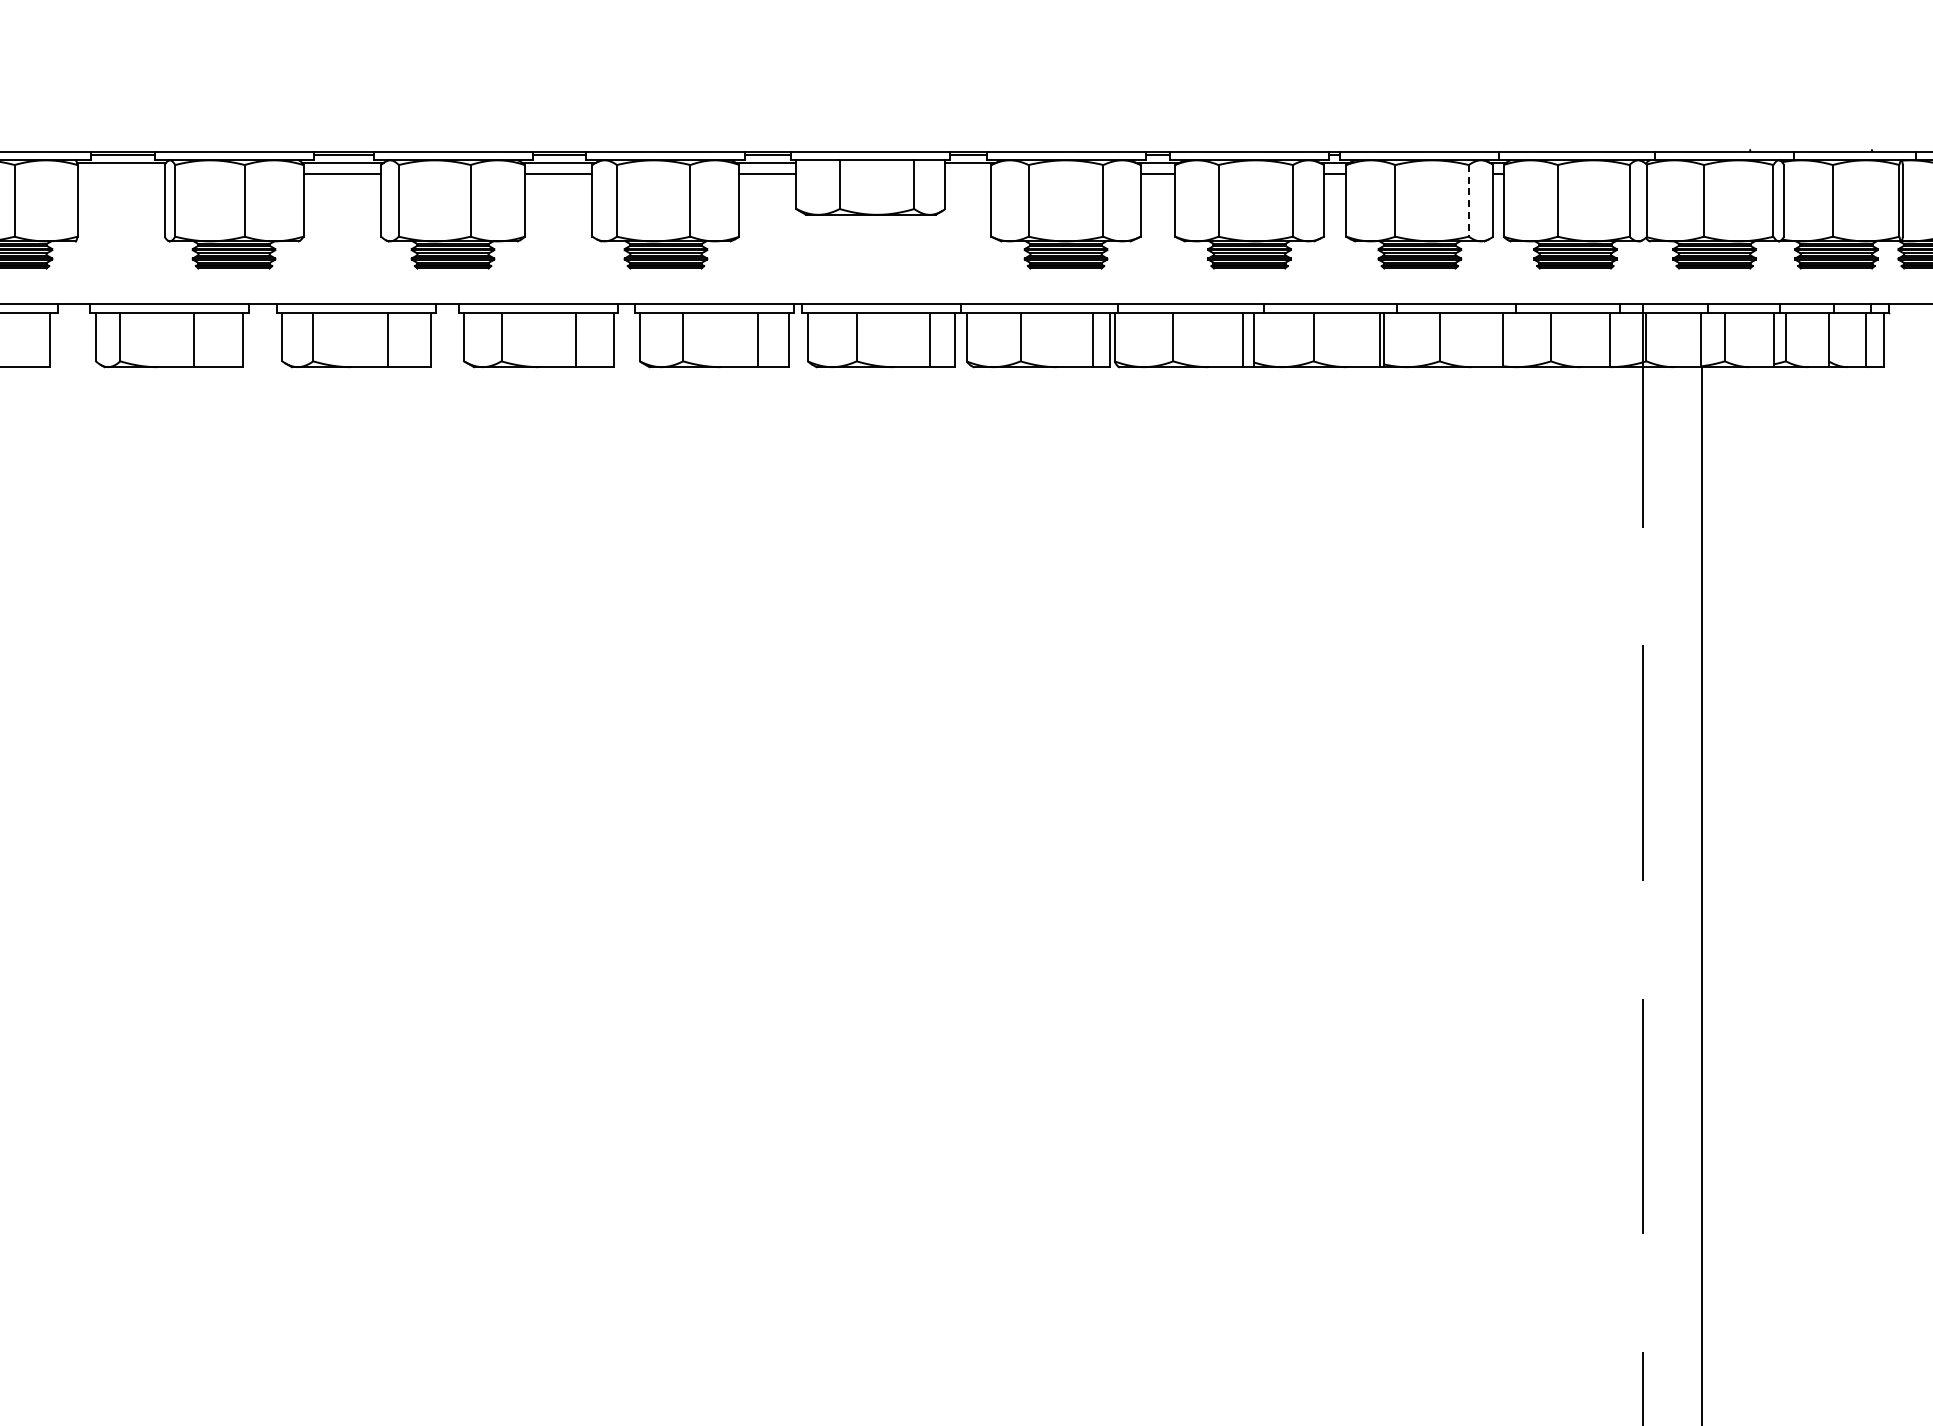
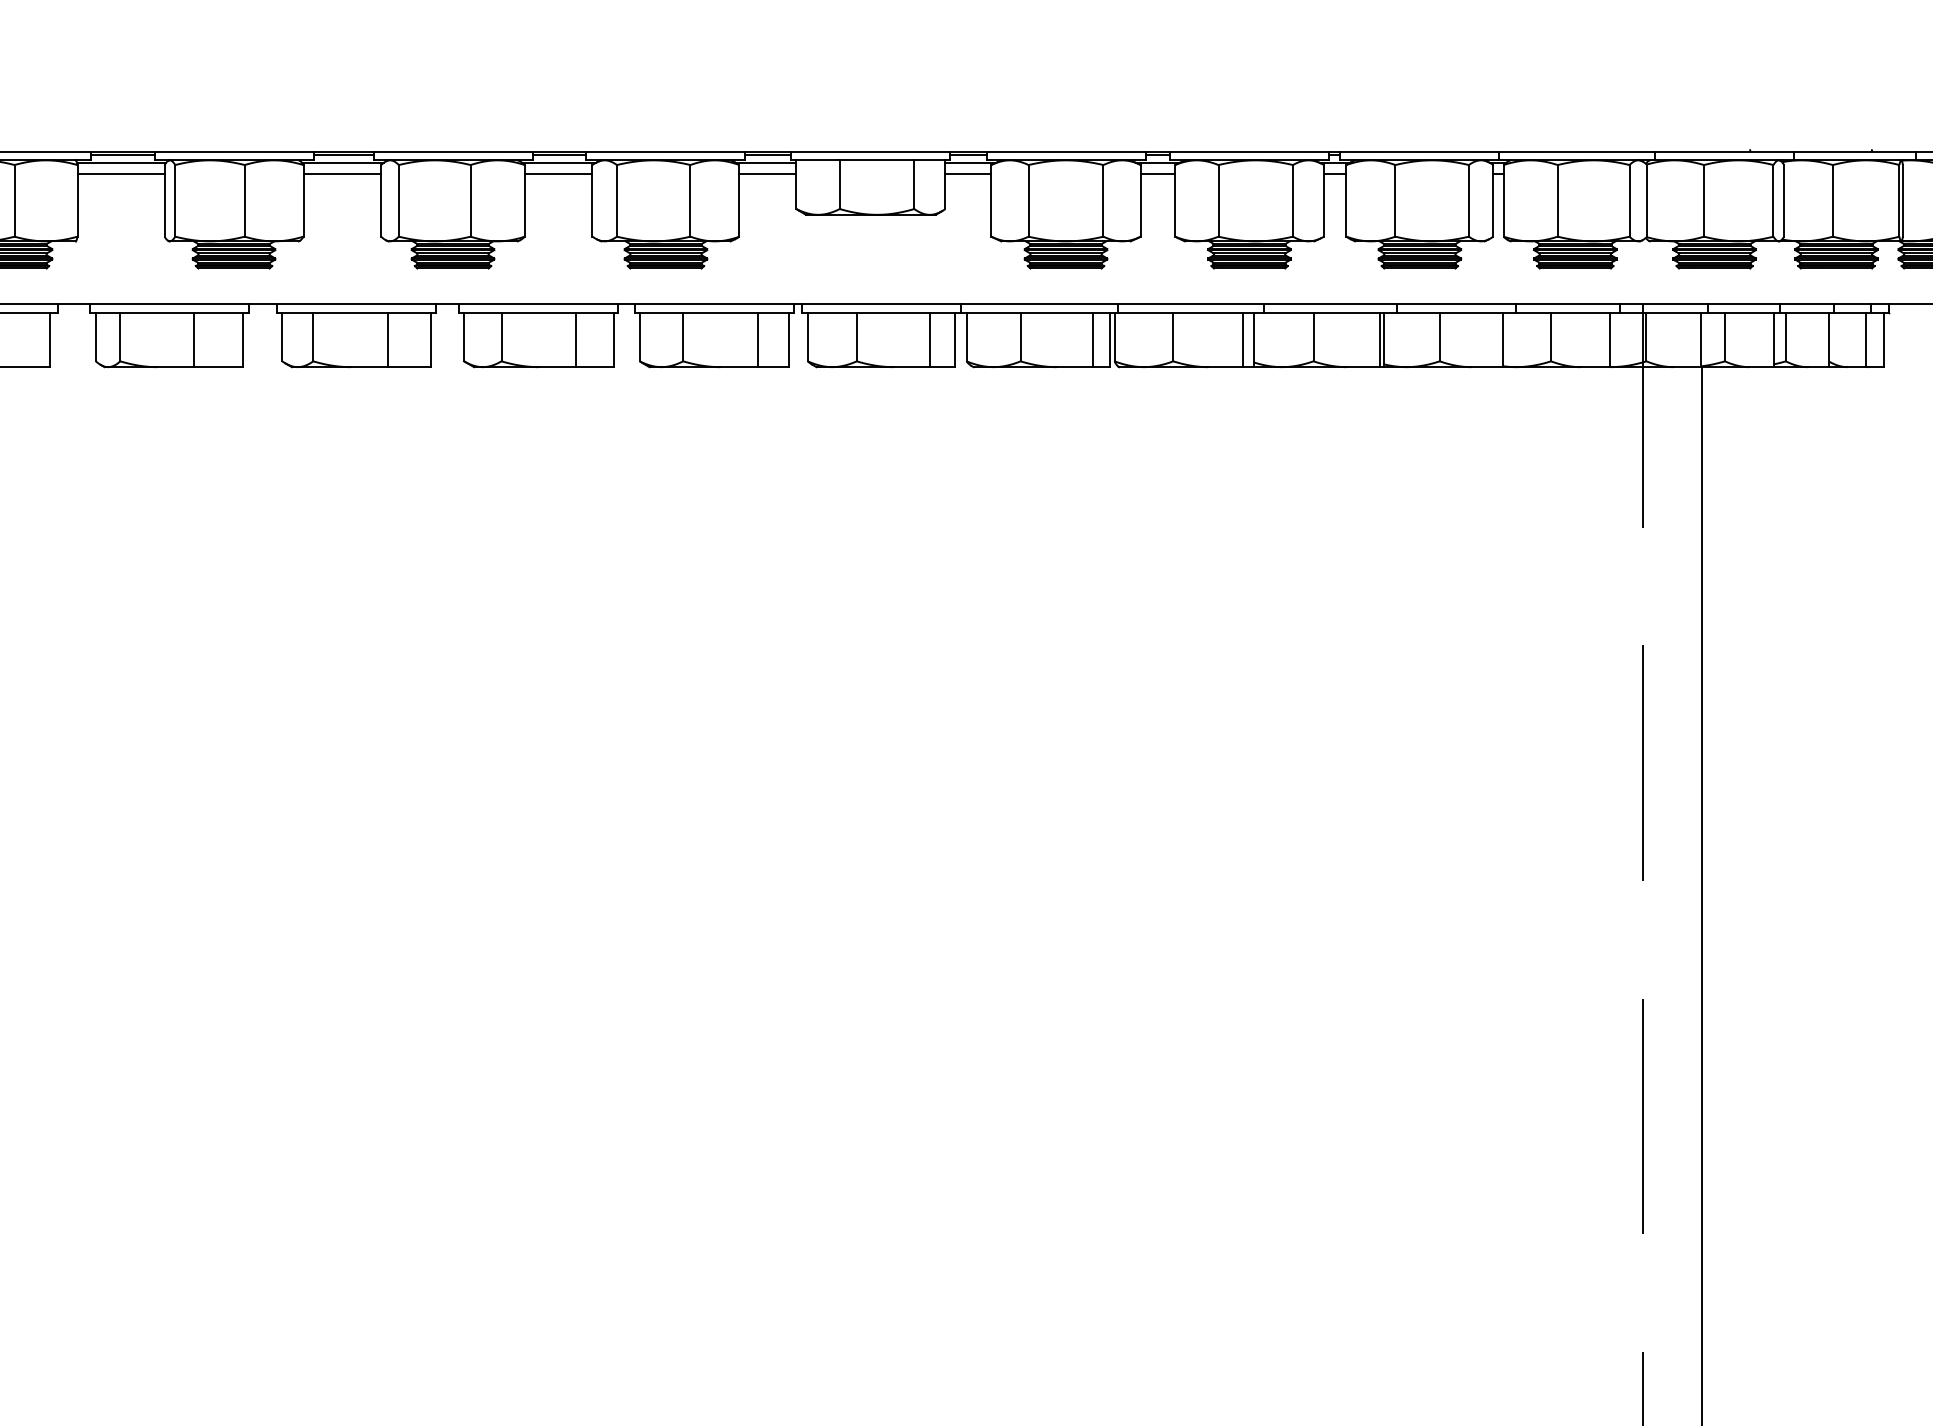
line at (120, 174): none -> present
line at (968, 174): none -> present
line at (1468, 200): dashed -> solid
